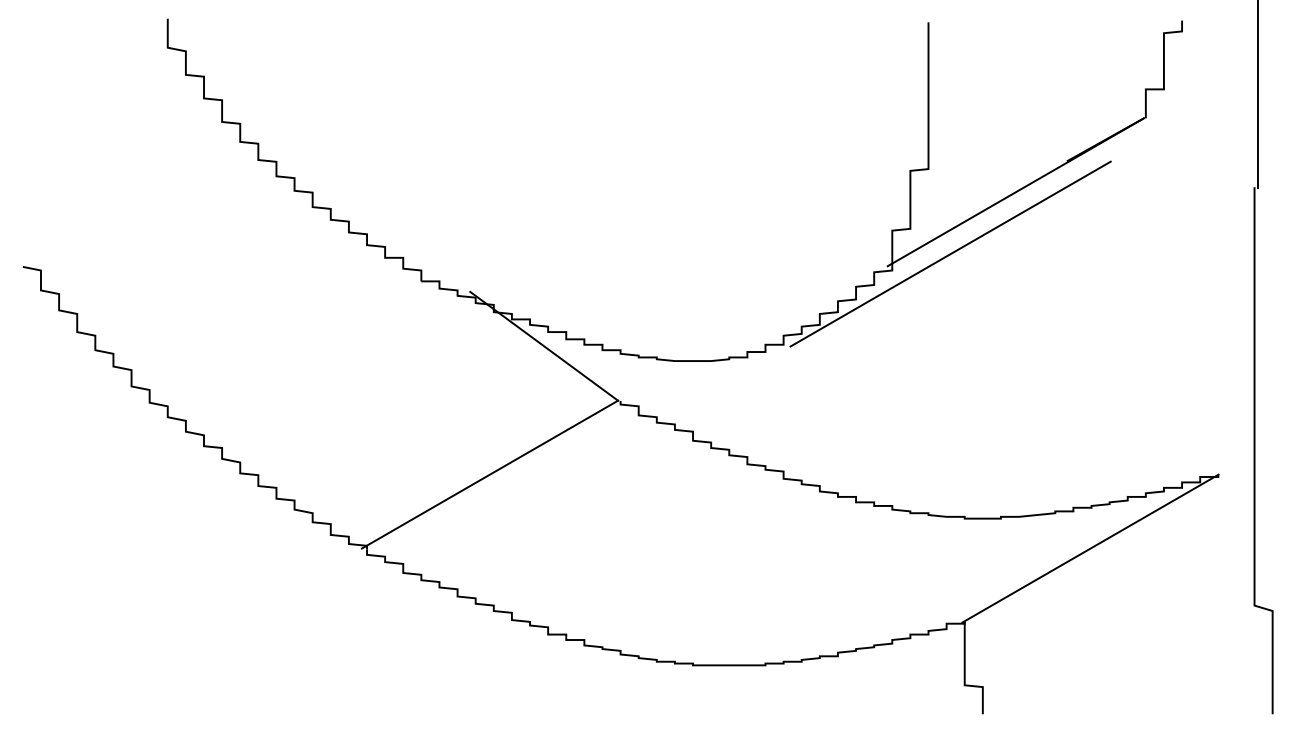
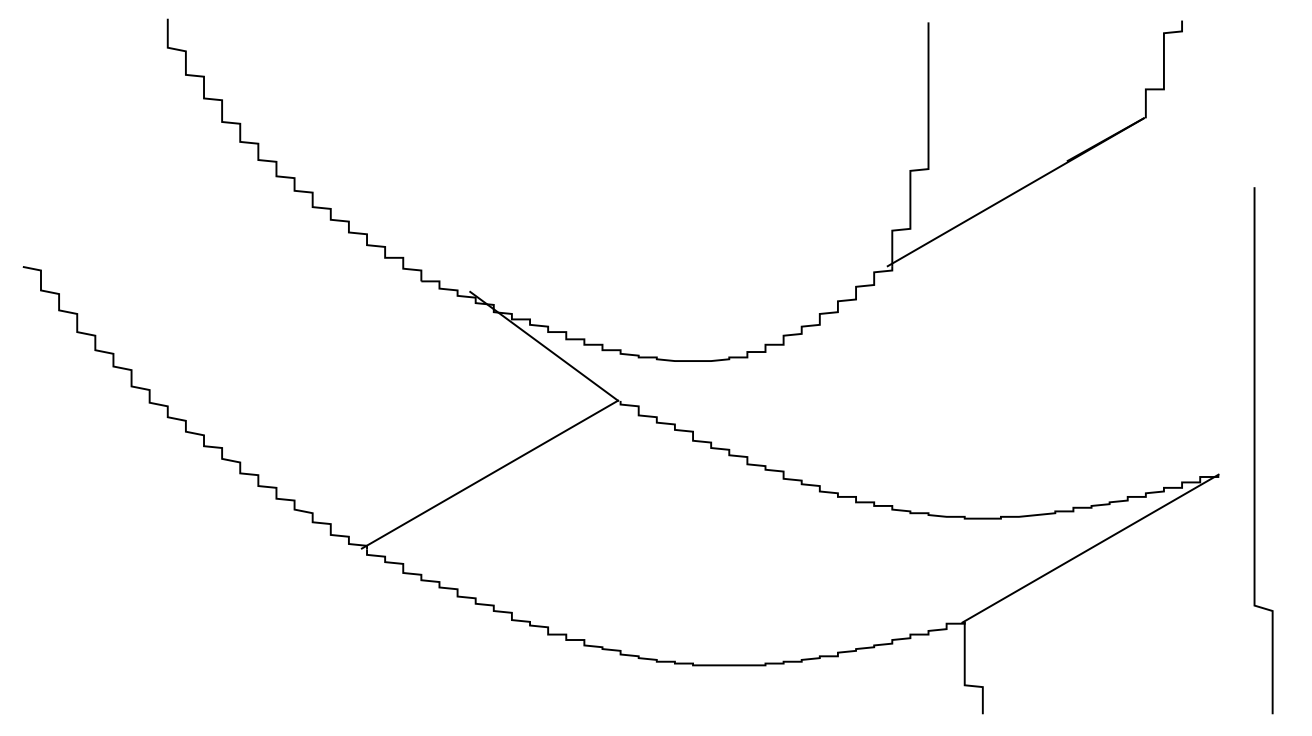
line at (1257, 94): present -> none
line at (950, 253): present -> none
